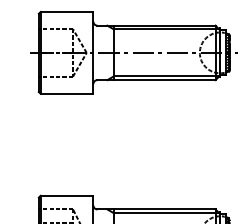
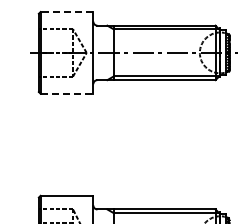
line at (66, 12): solid -> dashed
line at (67, 93): solid -> dashed
